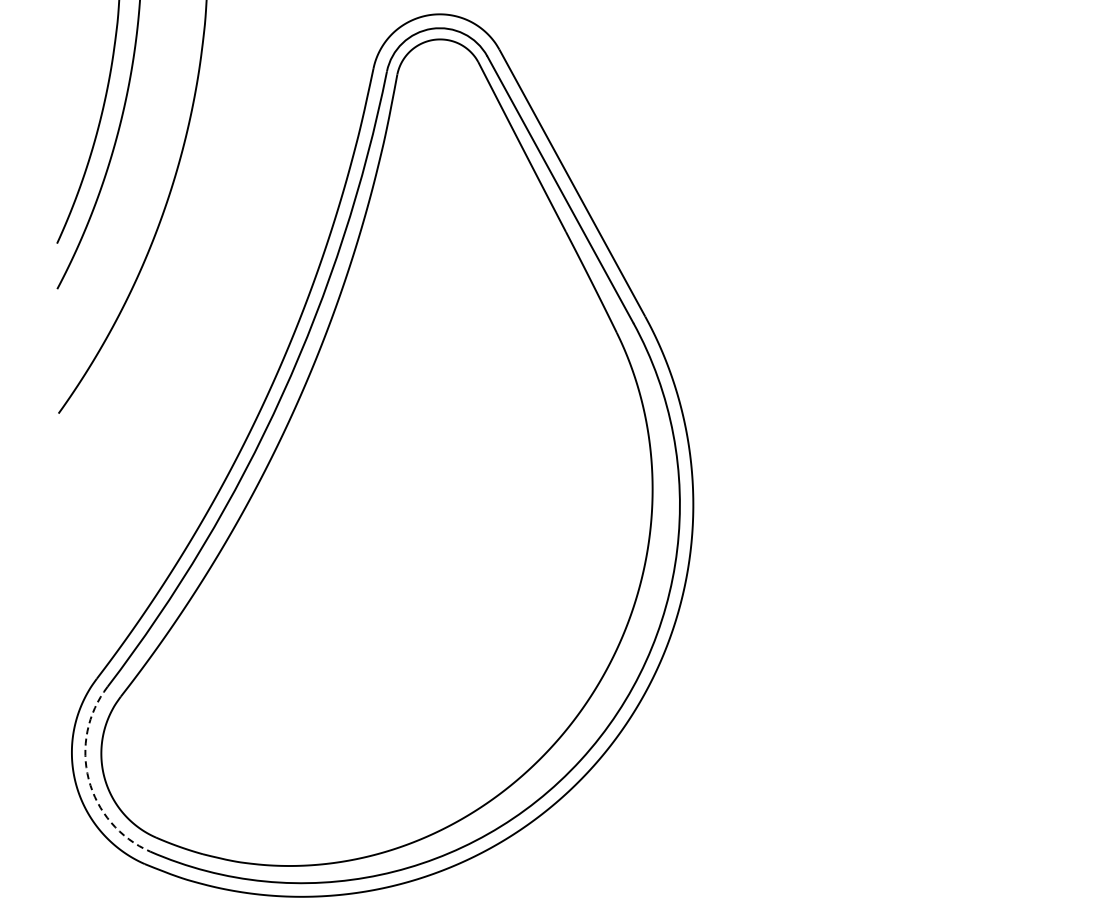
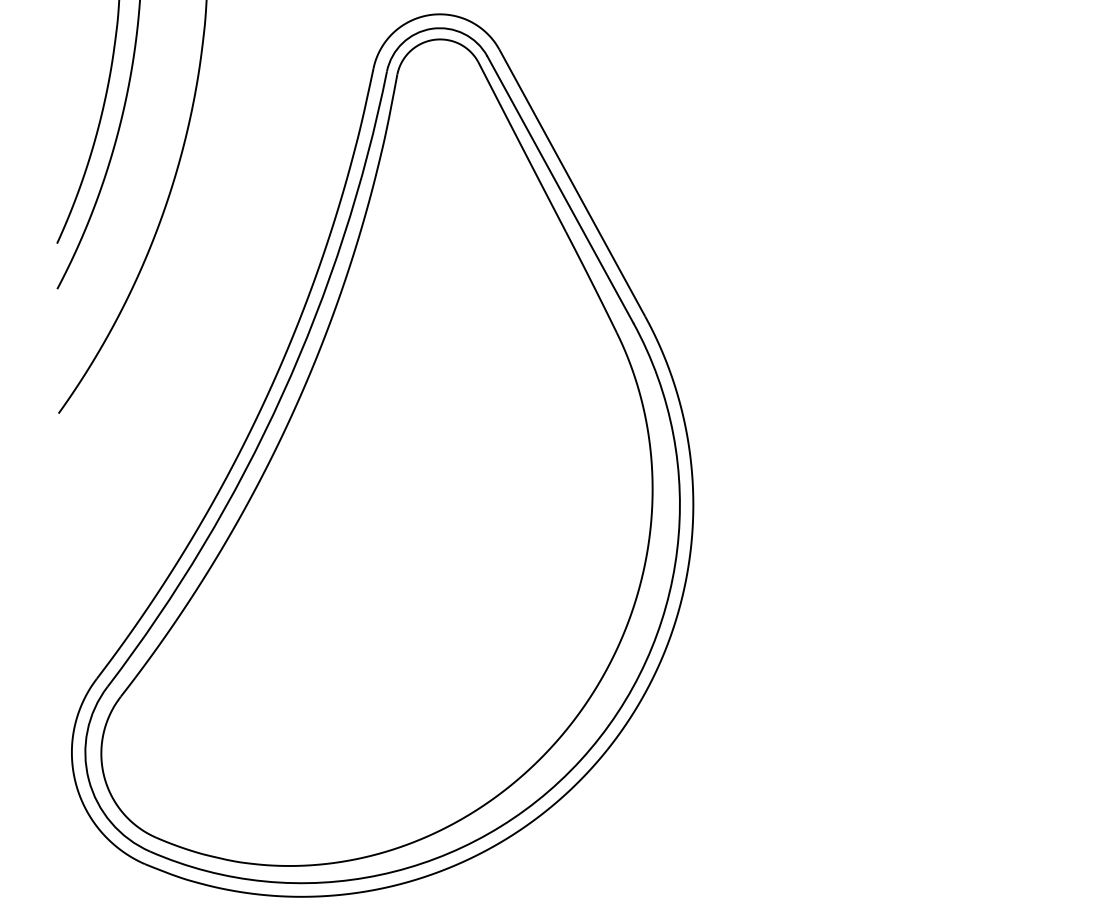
arc at (88, 779): dashed -> solid
